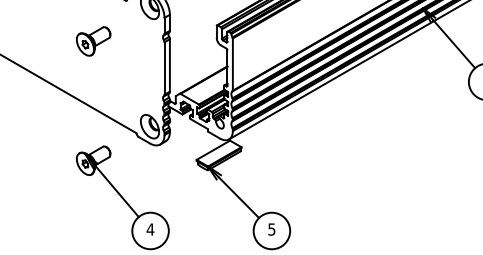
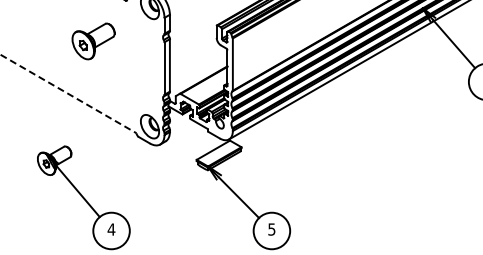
part at (93, 41) size: 36x31 px -> 45x39 px
line at (69, 94): solid -> dashed
part at (122, 197) position: (122, 197) -> (83, 197)
